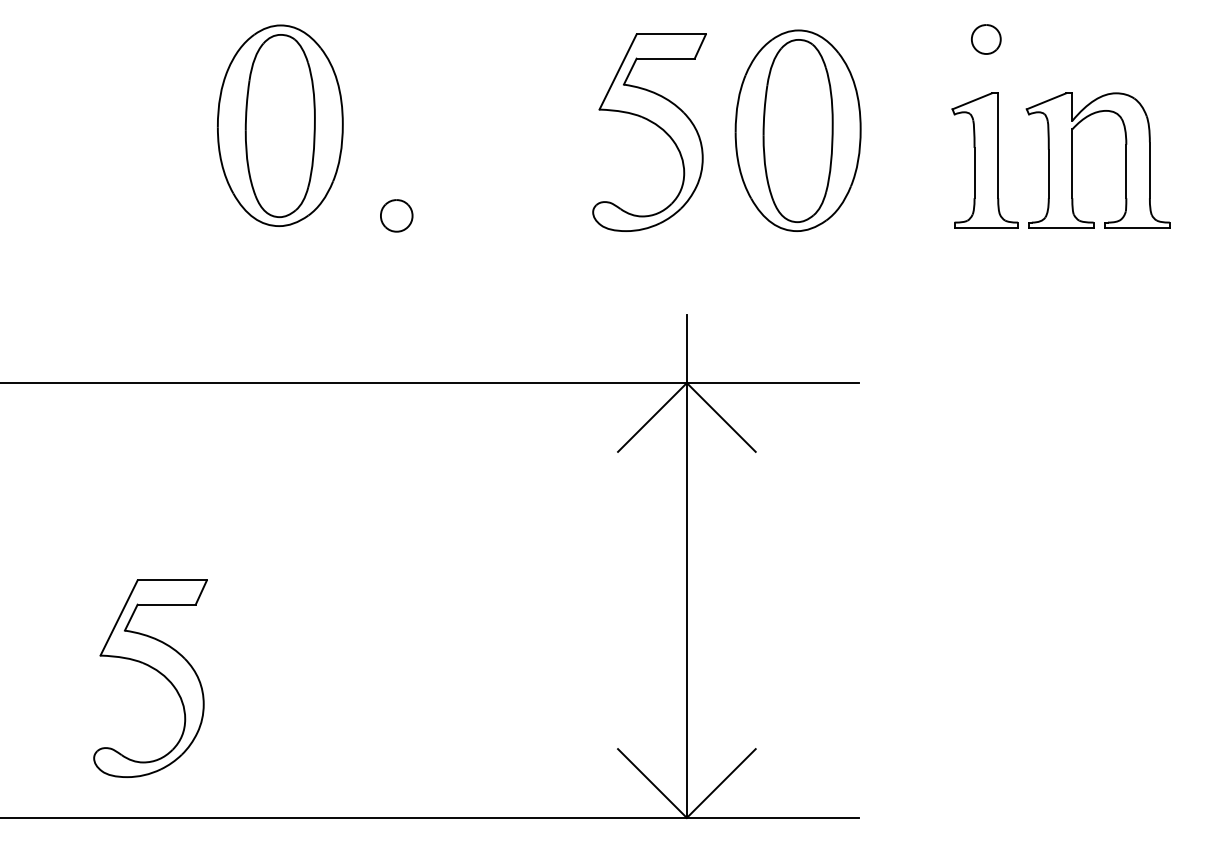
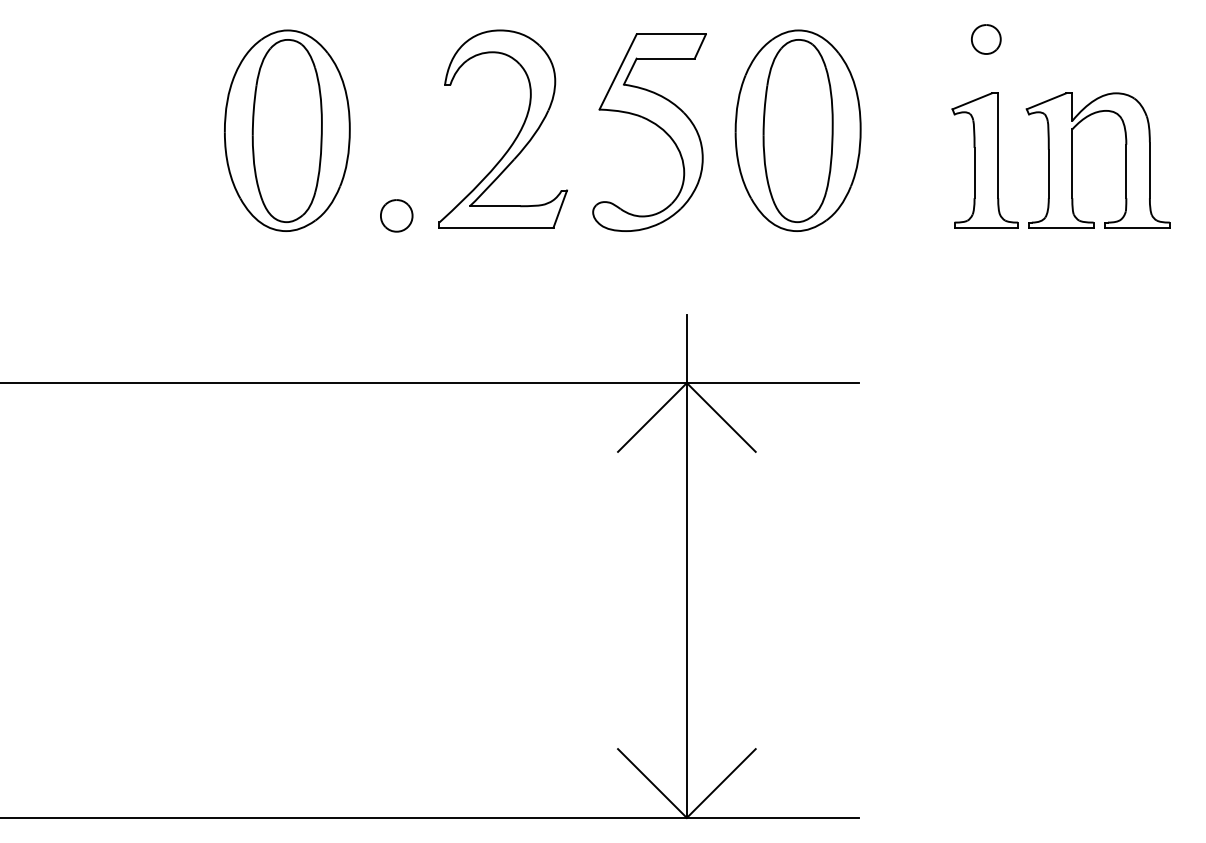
part at (280, 125) position: (280, 125) -> (287, 130)
part at (515, 137): none -> present
part at (156, 671): present -> none
